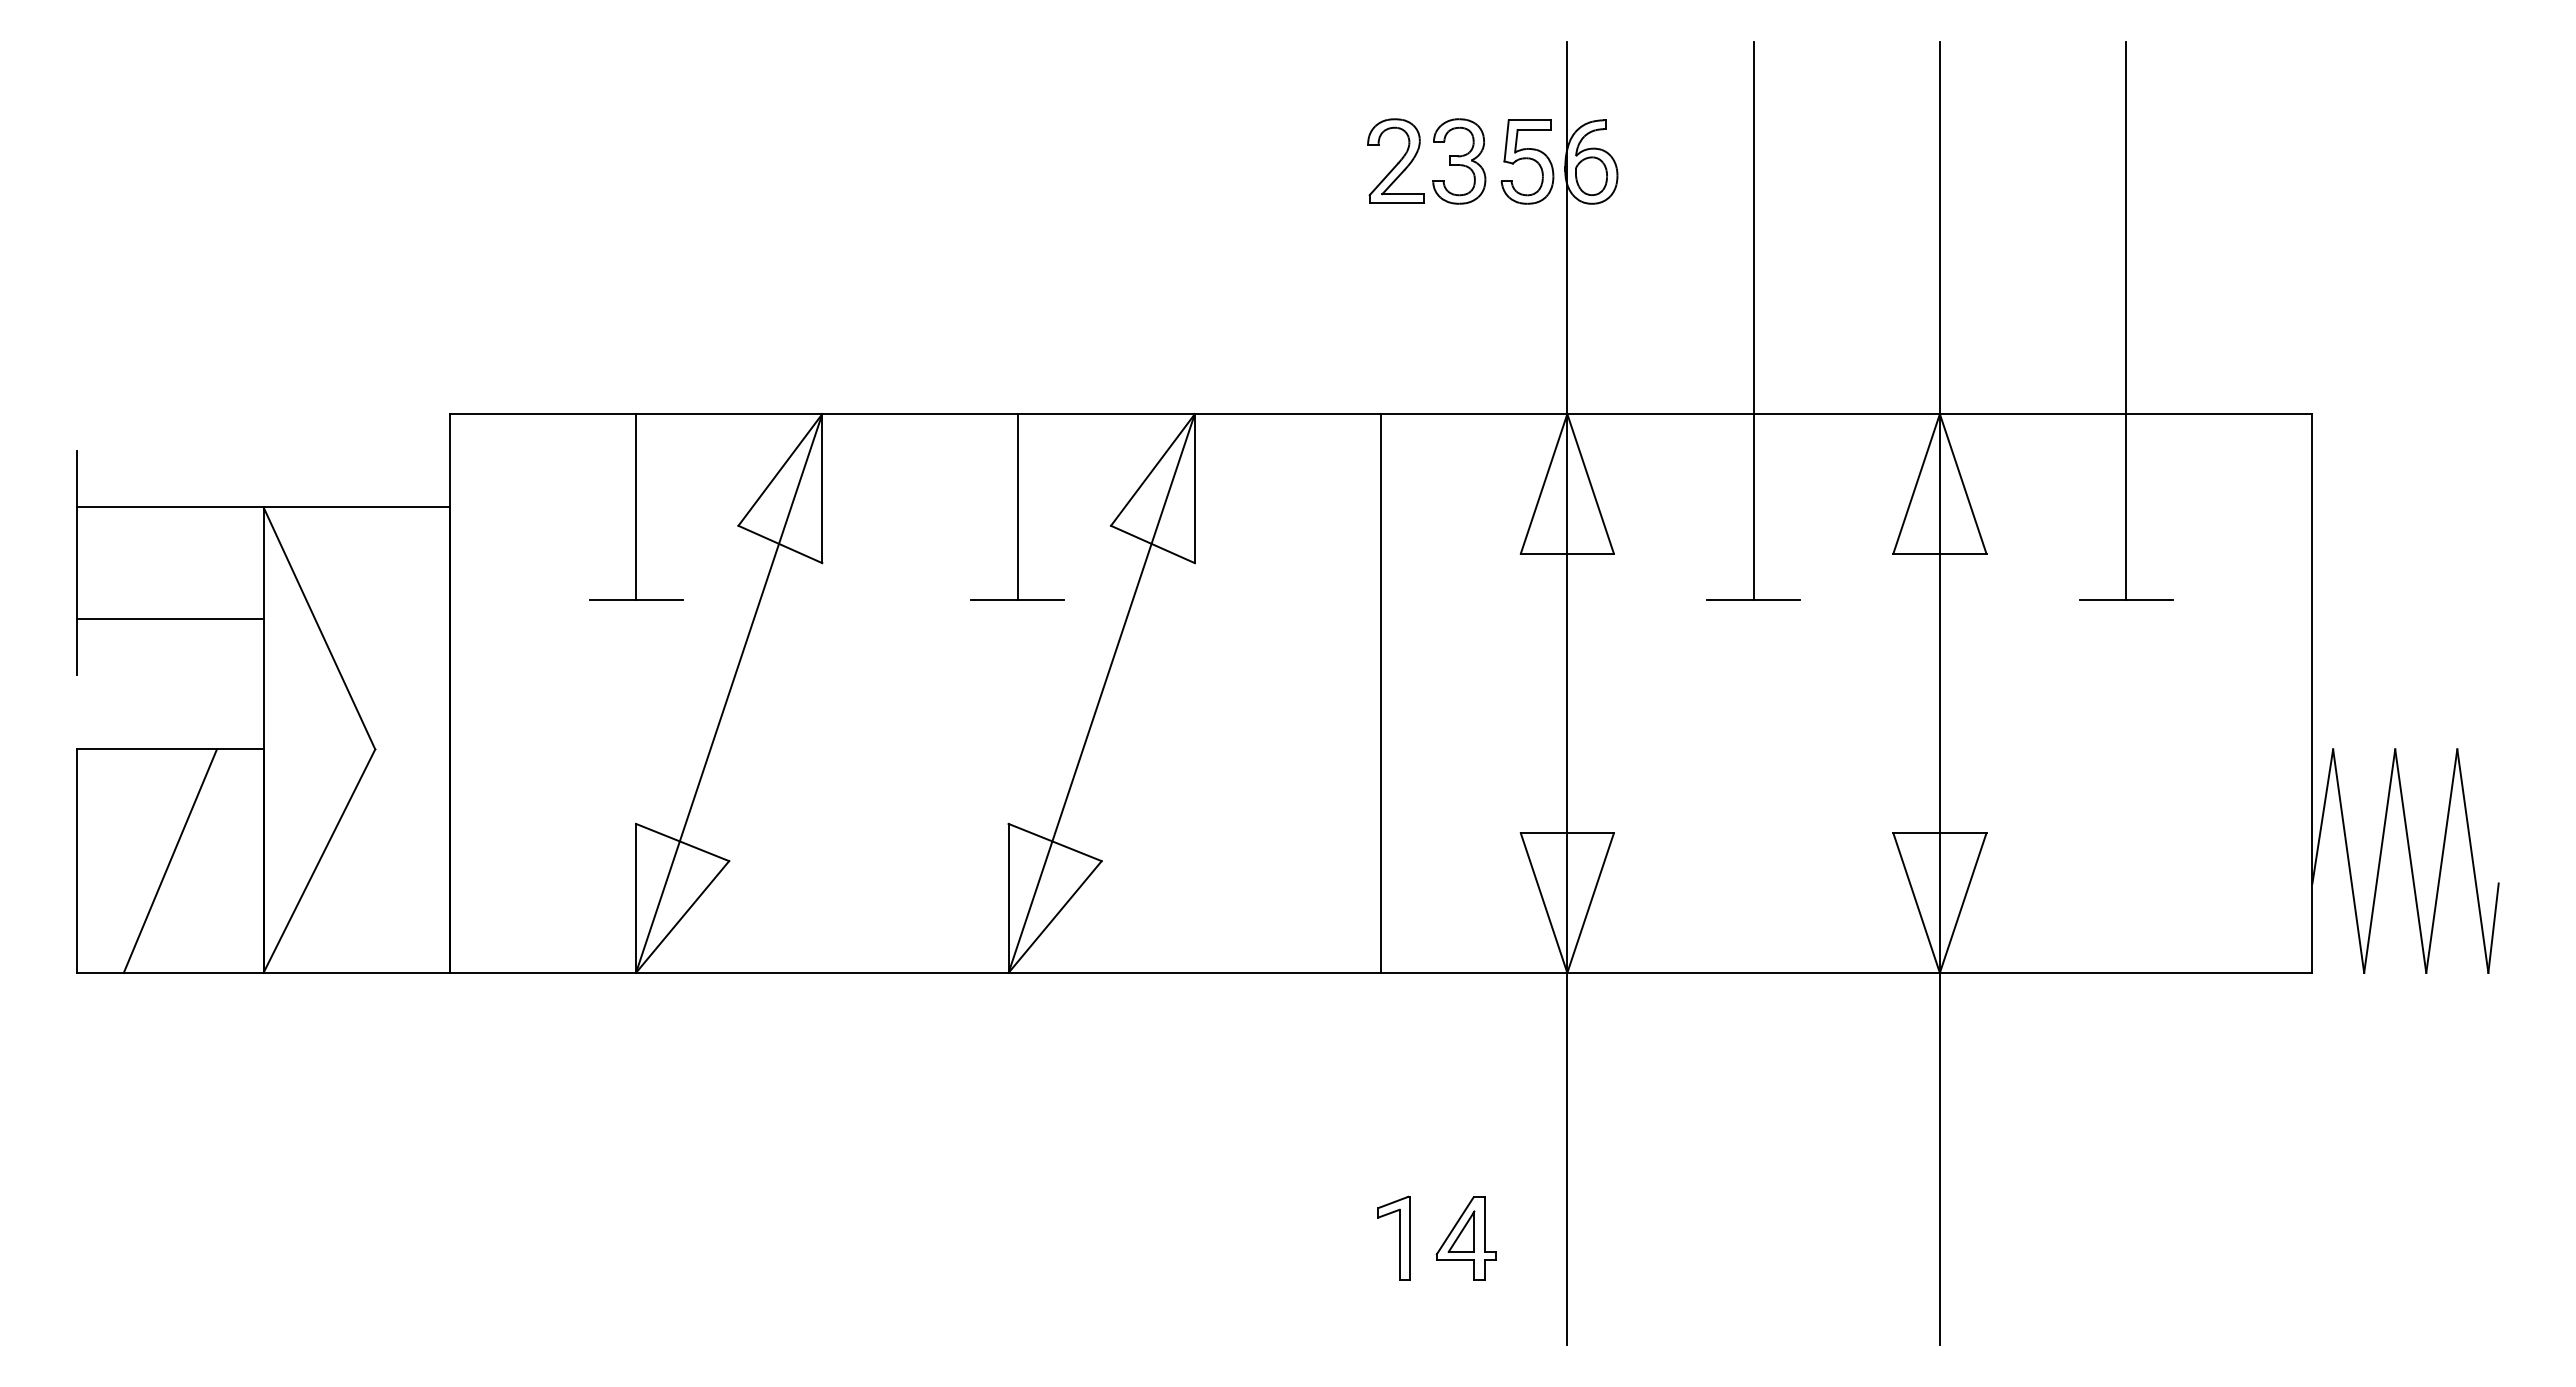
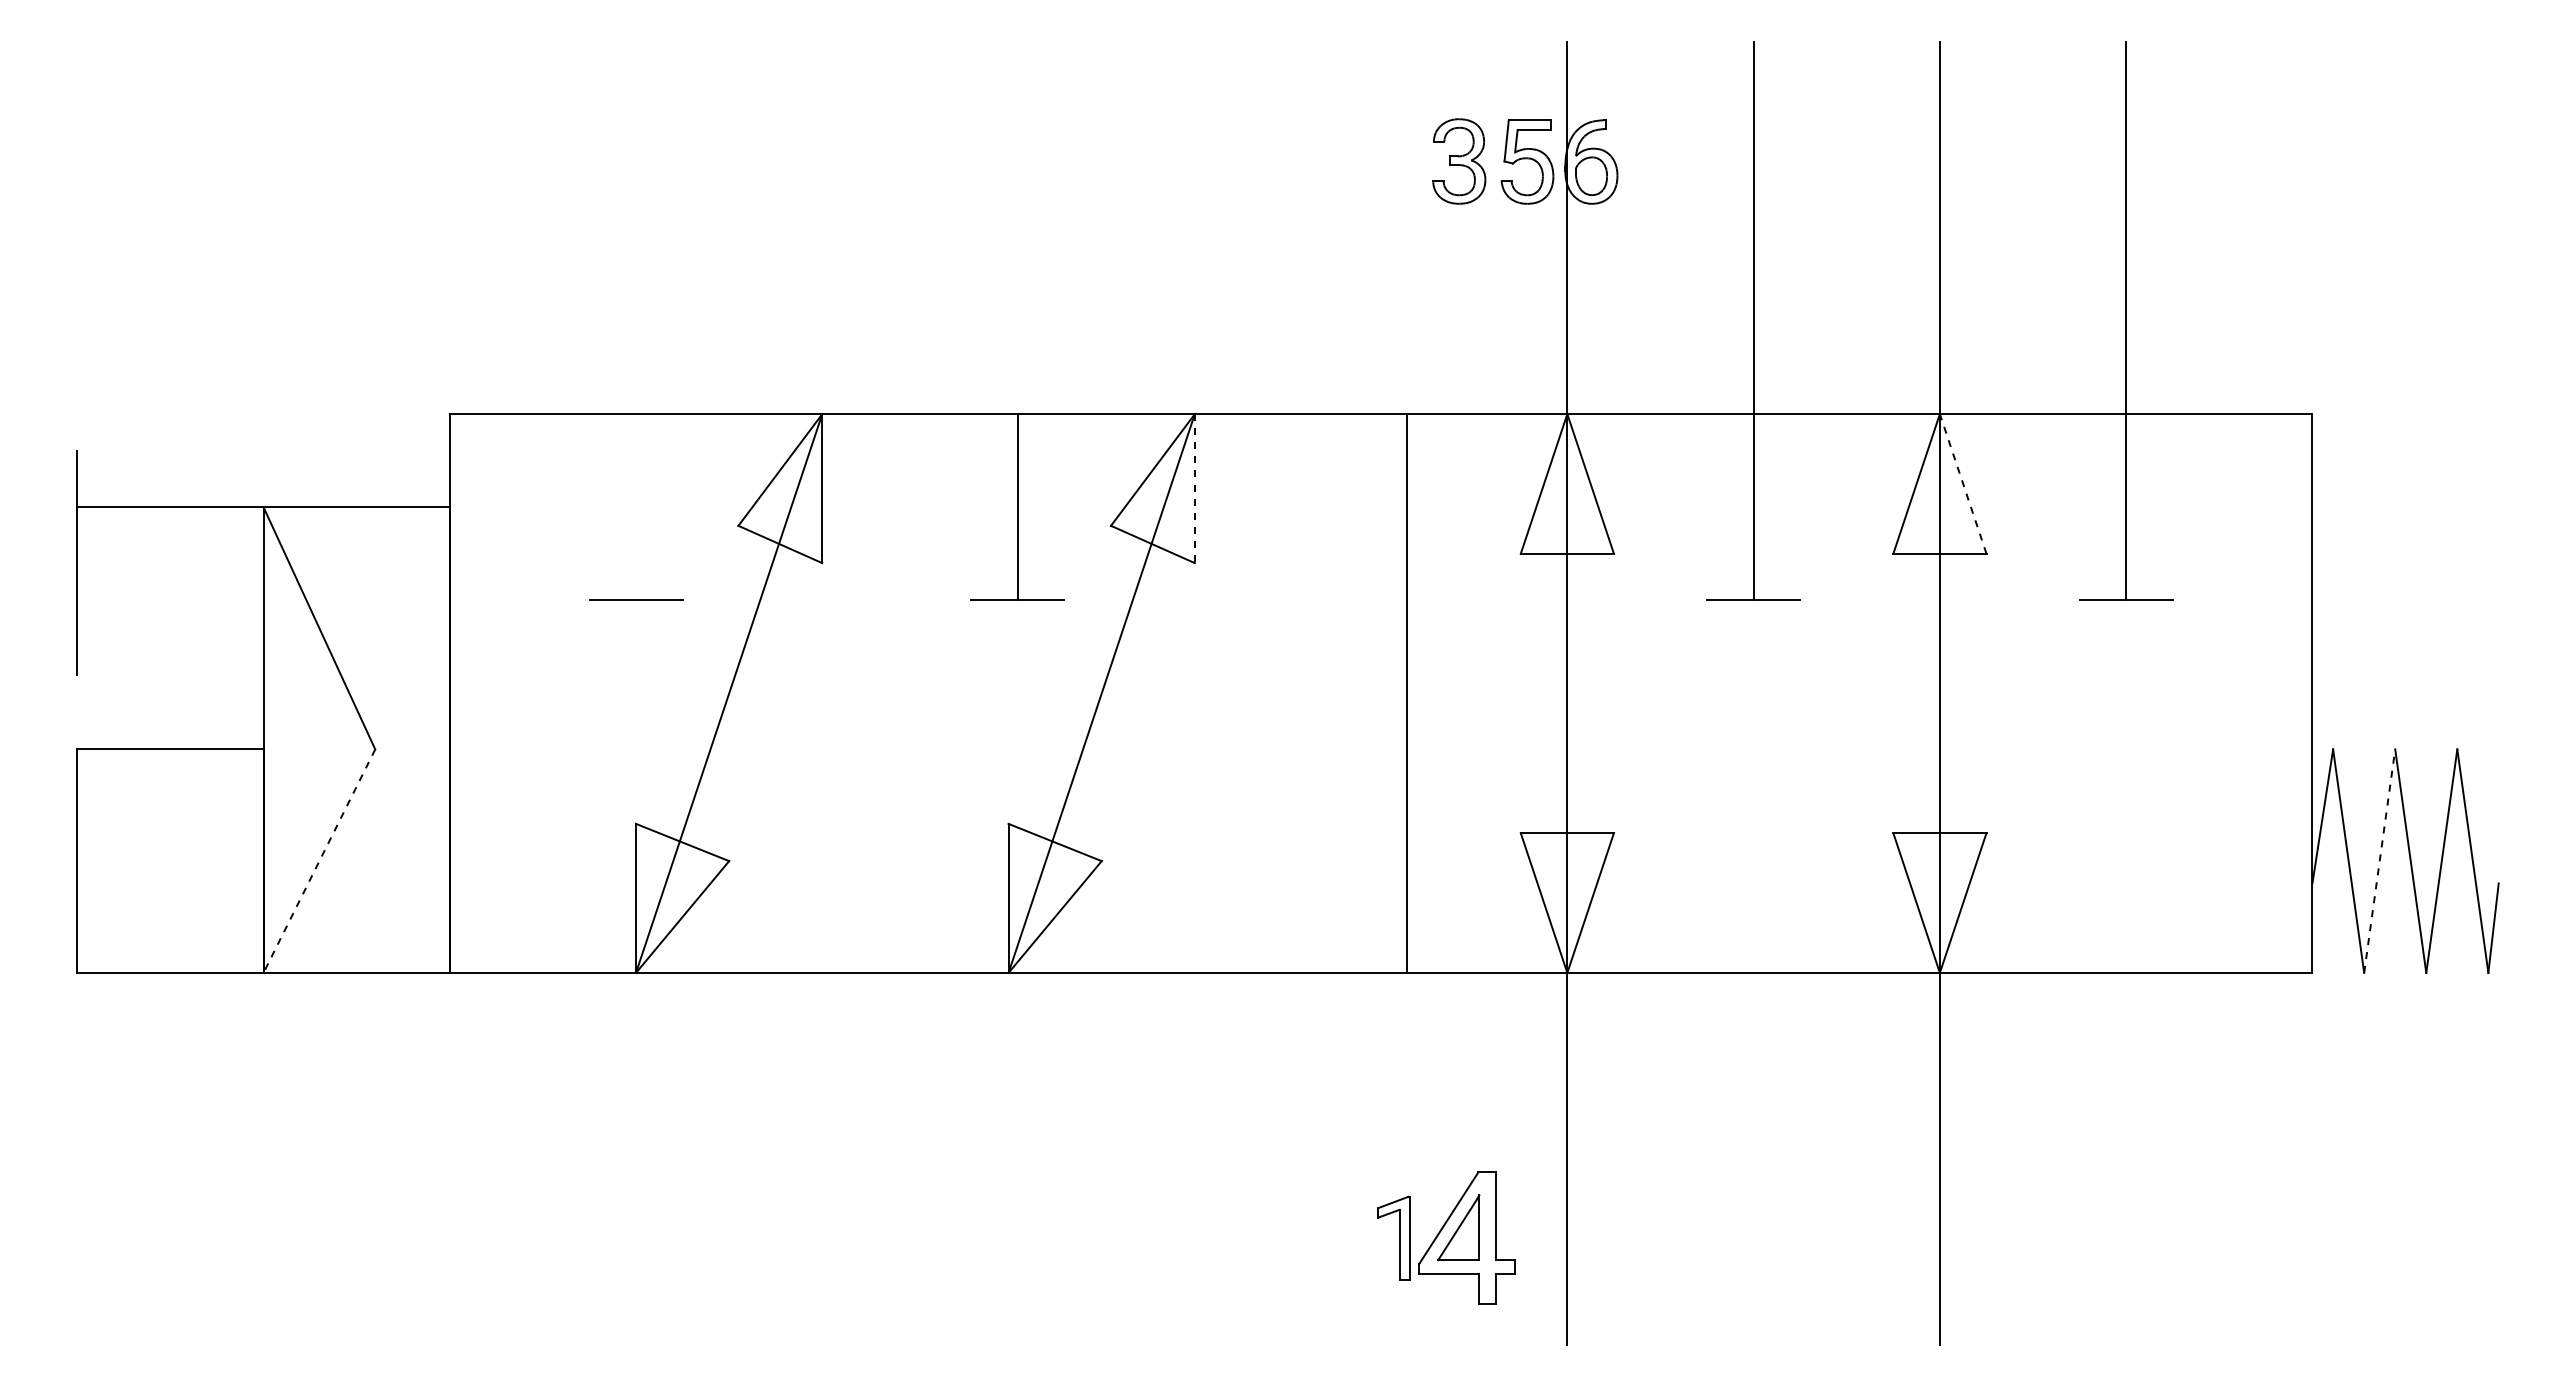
part at (1395, 160): present -> none
line at (1963, 483): solid -> dashed
line at (1194, 488): solid -> dashed
line at (636, 507): present -> none
line at (170, 618): present -> none
line at (1381, 693) position: (1381, 693) -> (1407, 693)
line at (169, 860): present -> none
line at (319, 861): solid -> dashed
line at (2379, 861): solid -> dashed
part at (1465, 1238) size: 62x85 px -> 98x134 px
